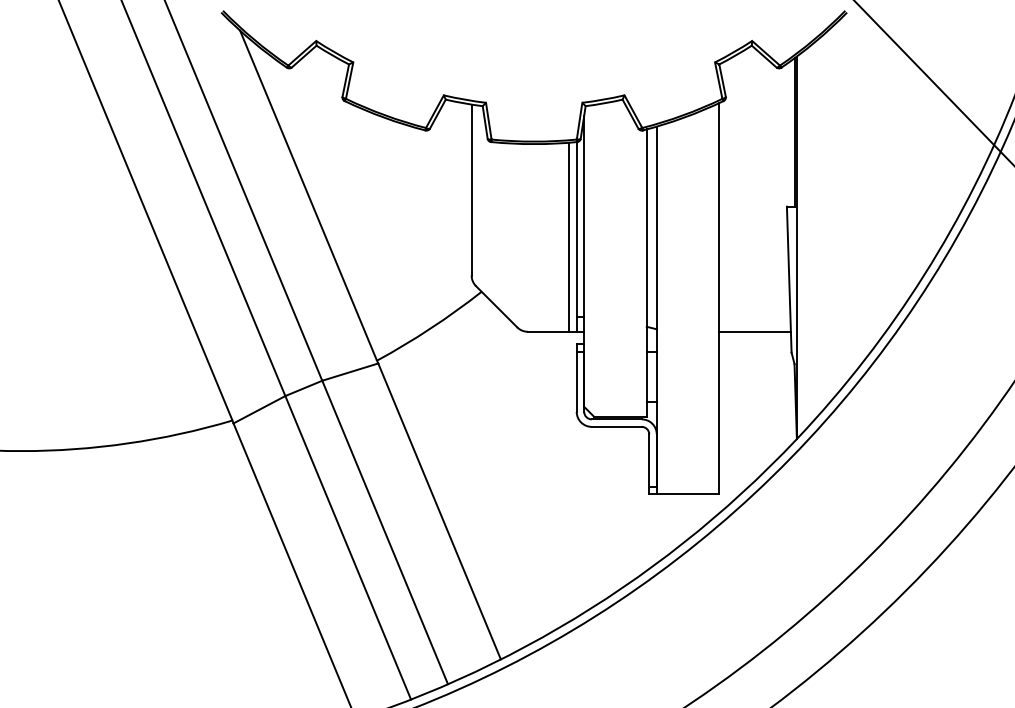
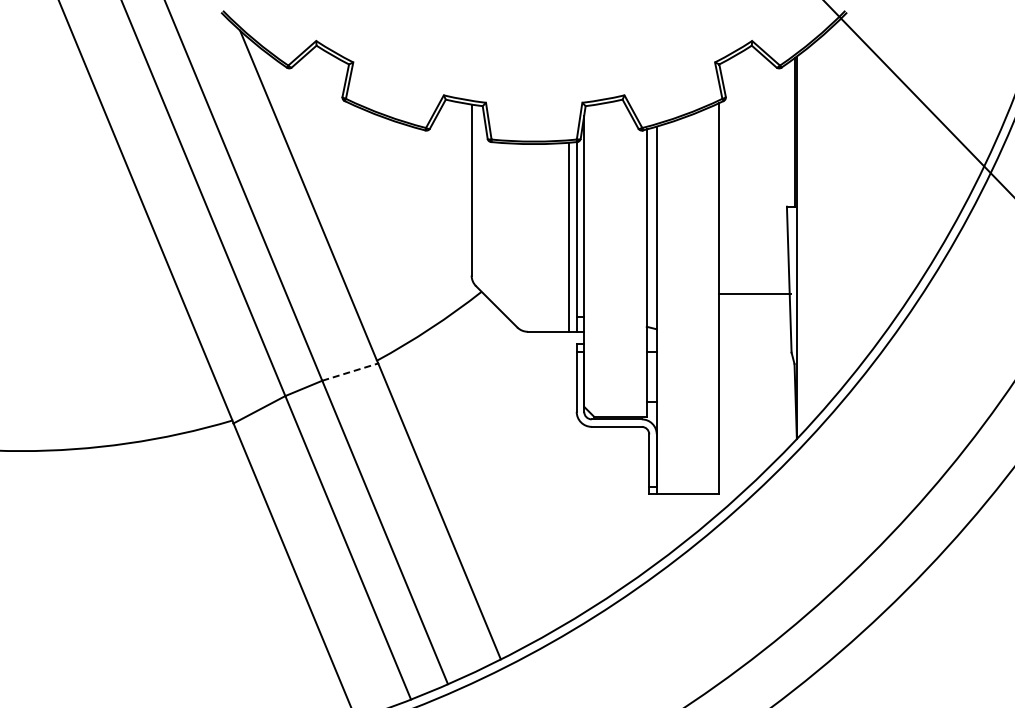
line at (933, 82) position: (933, 82) -> (918, 98)
line at (754, 331) position: (754, 331) -> (754, 293)
line at (350, 371): solid -> dashed
